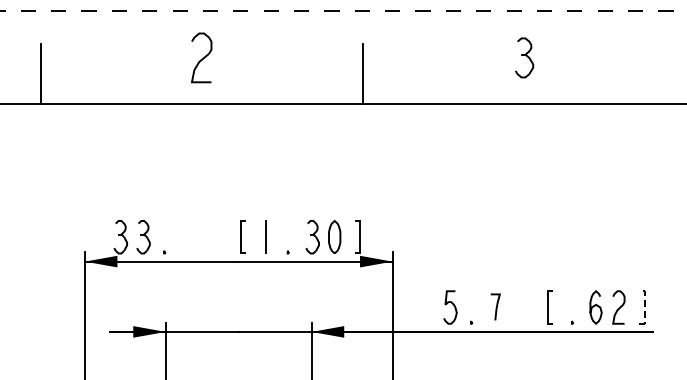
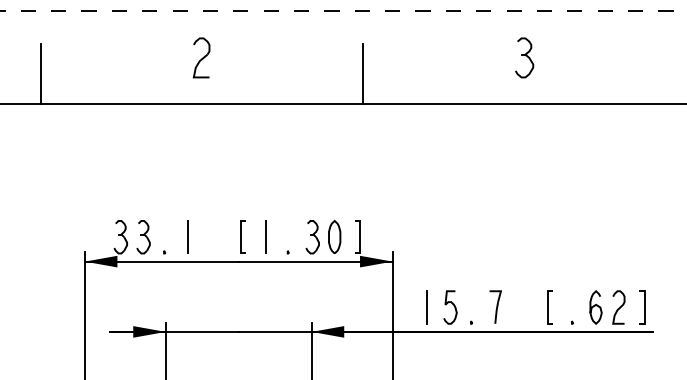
part at (201, 57) size: 22x52 px -> 19x42 px
line at (188, 236): none -> present
part at (495, 306) size: 11x28 px -> 13x34 px
line at (426, 307): none -> present
line at (644, 307): dashed -> solid
